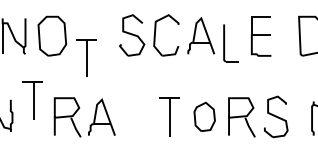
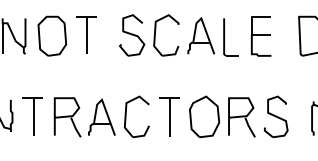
part at (230, 43) position: (230, 43) -> (230, 37)
part at (86, 57) position: (86, 57) -> (86, 34)
part at (32, 100) position: (32, 100) -> (32, 116)
part at (126, 116): none -> present
part at (204, 116) size: 23x31 px -> 32x44 px
